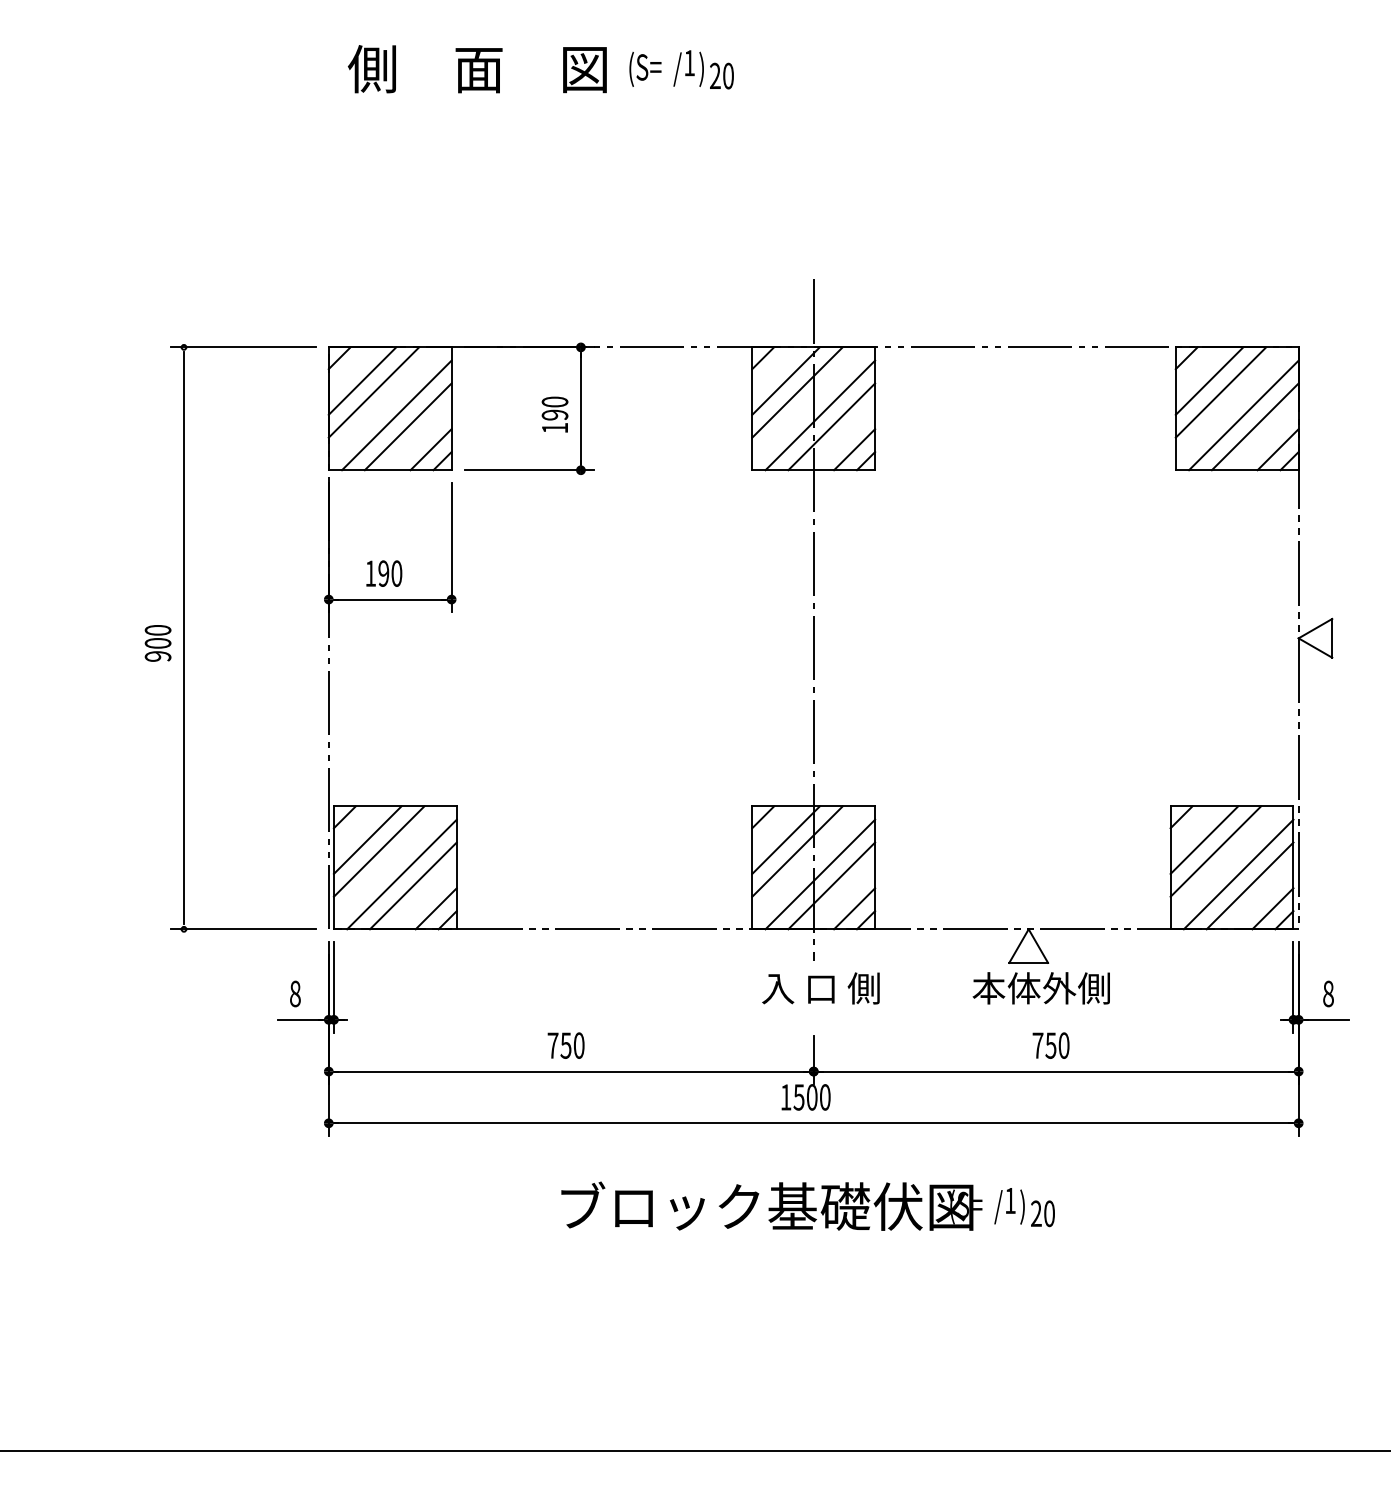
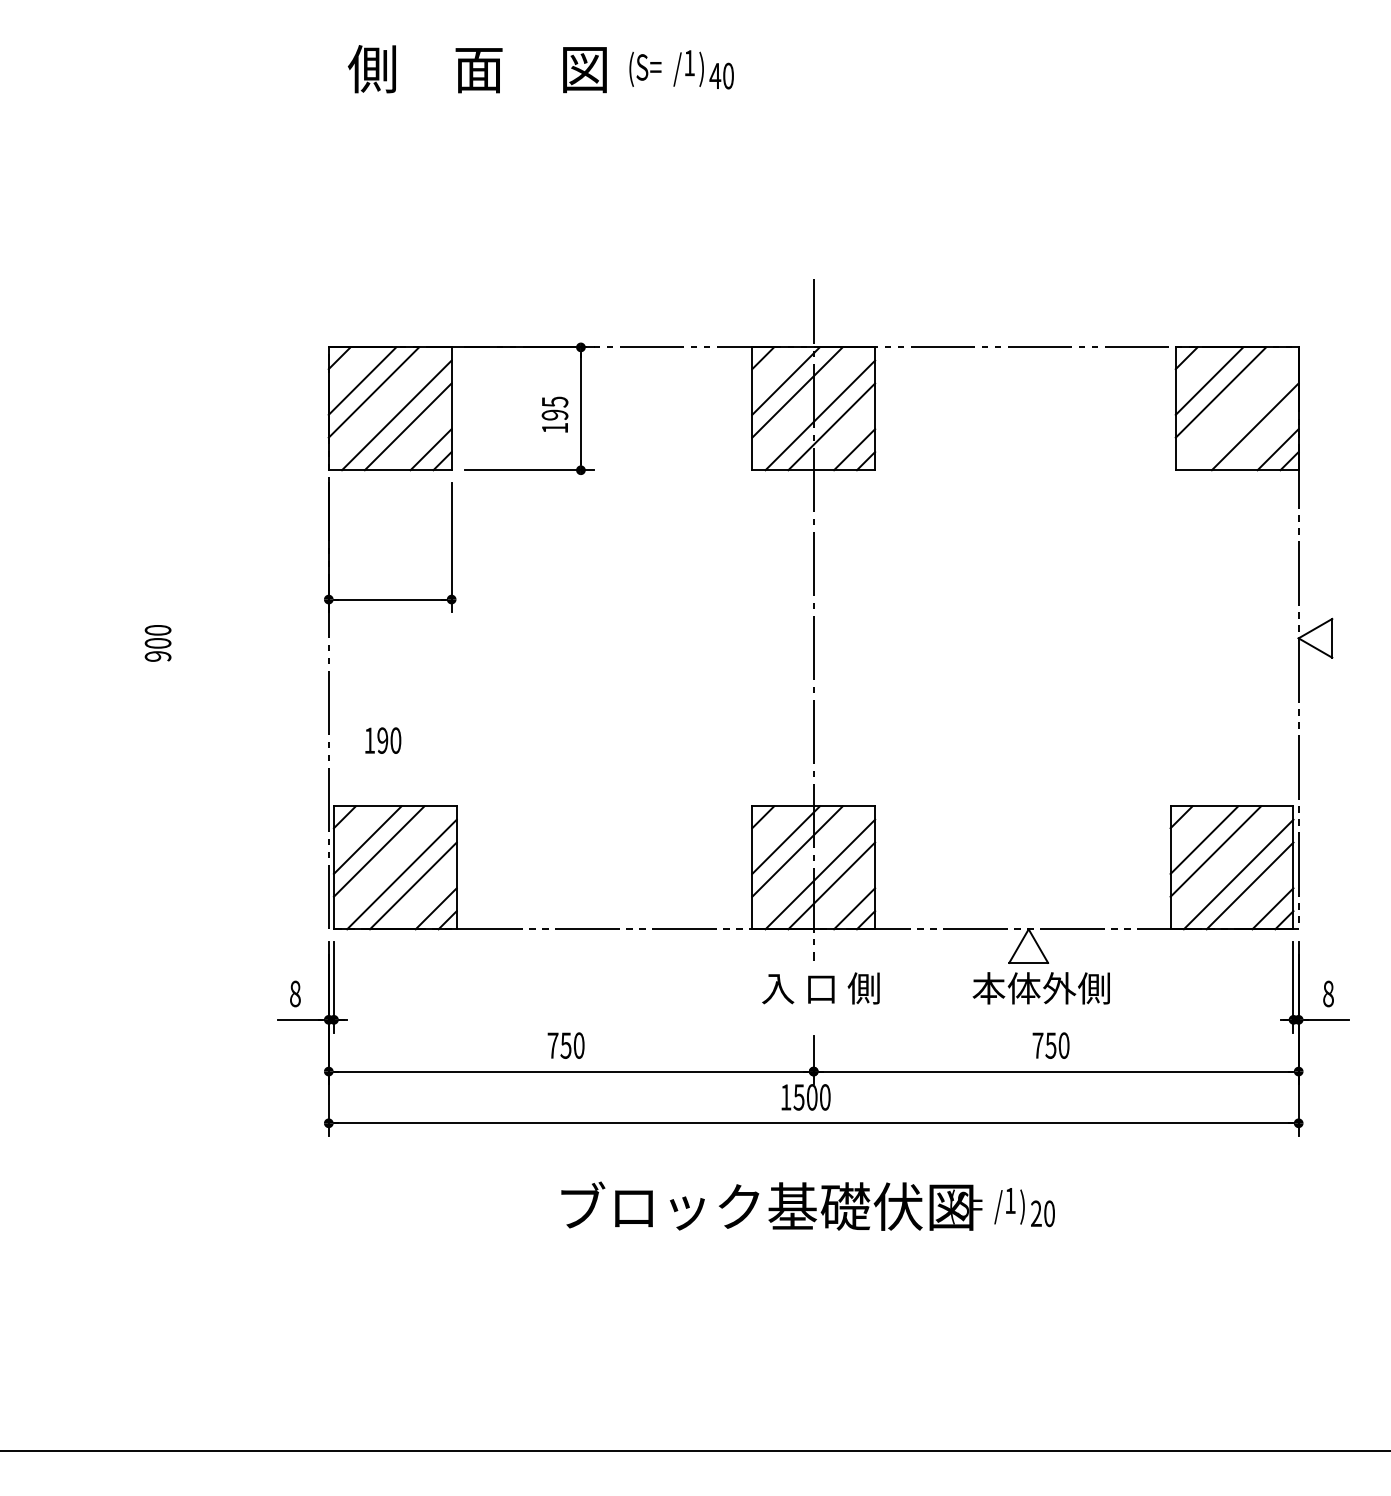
text at (715, 75): 20 -> 40
text at (554, 401): 190 -> 195
line at (1243, 415): present -> none
text at (384, 573) position: (384, 573) -> (383, 740)
part at (184, 638): present -> none
